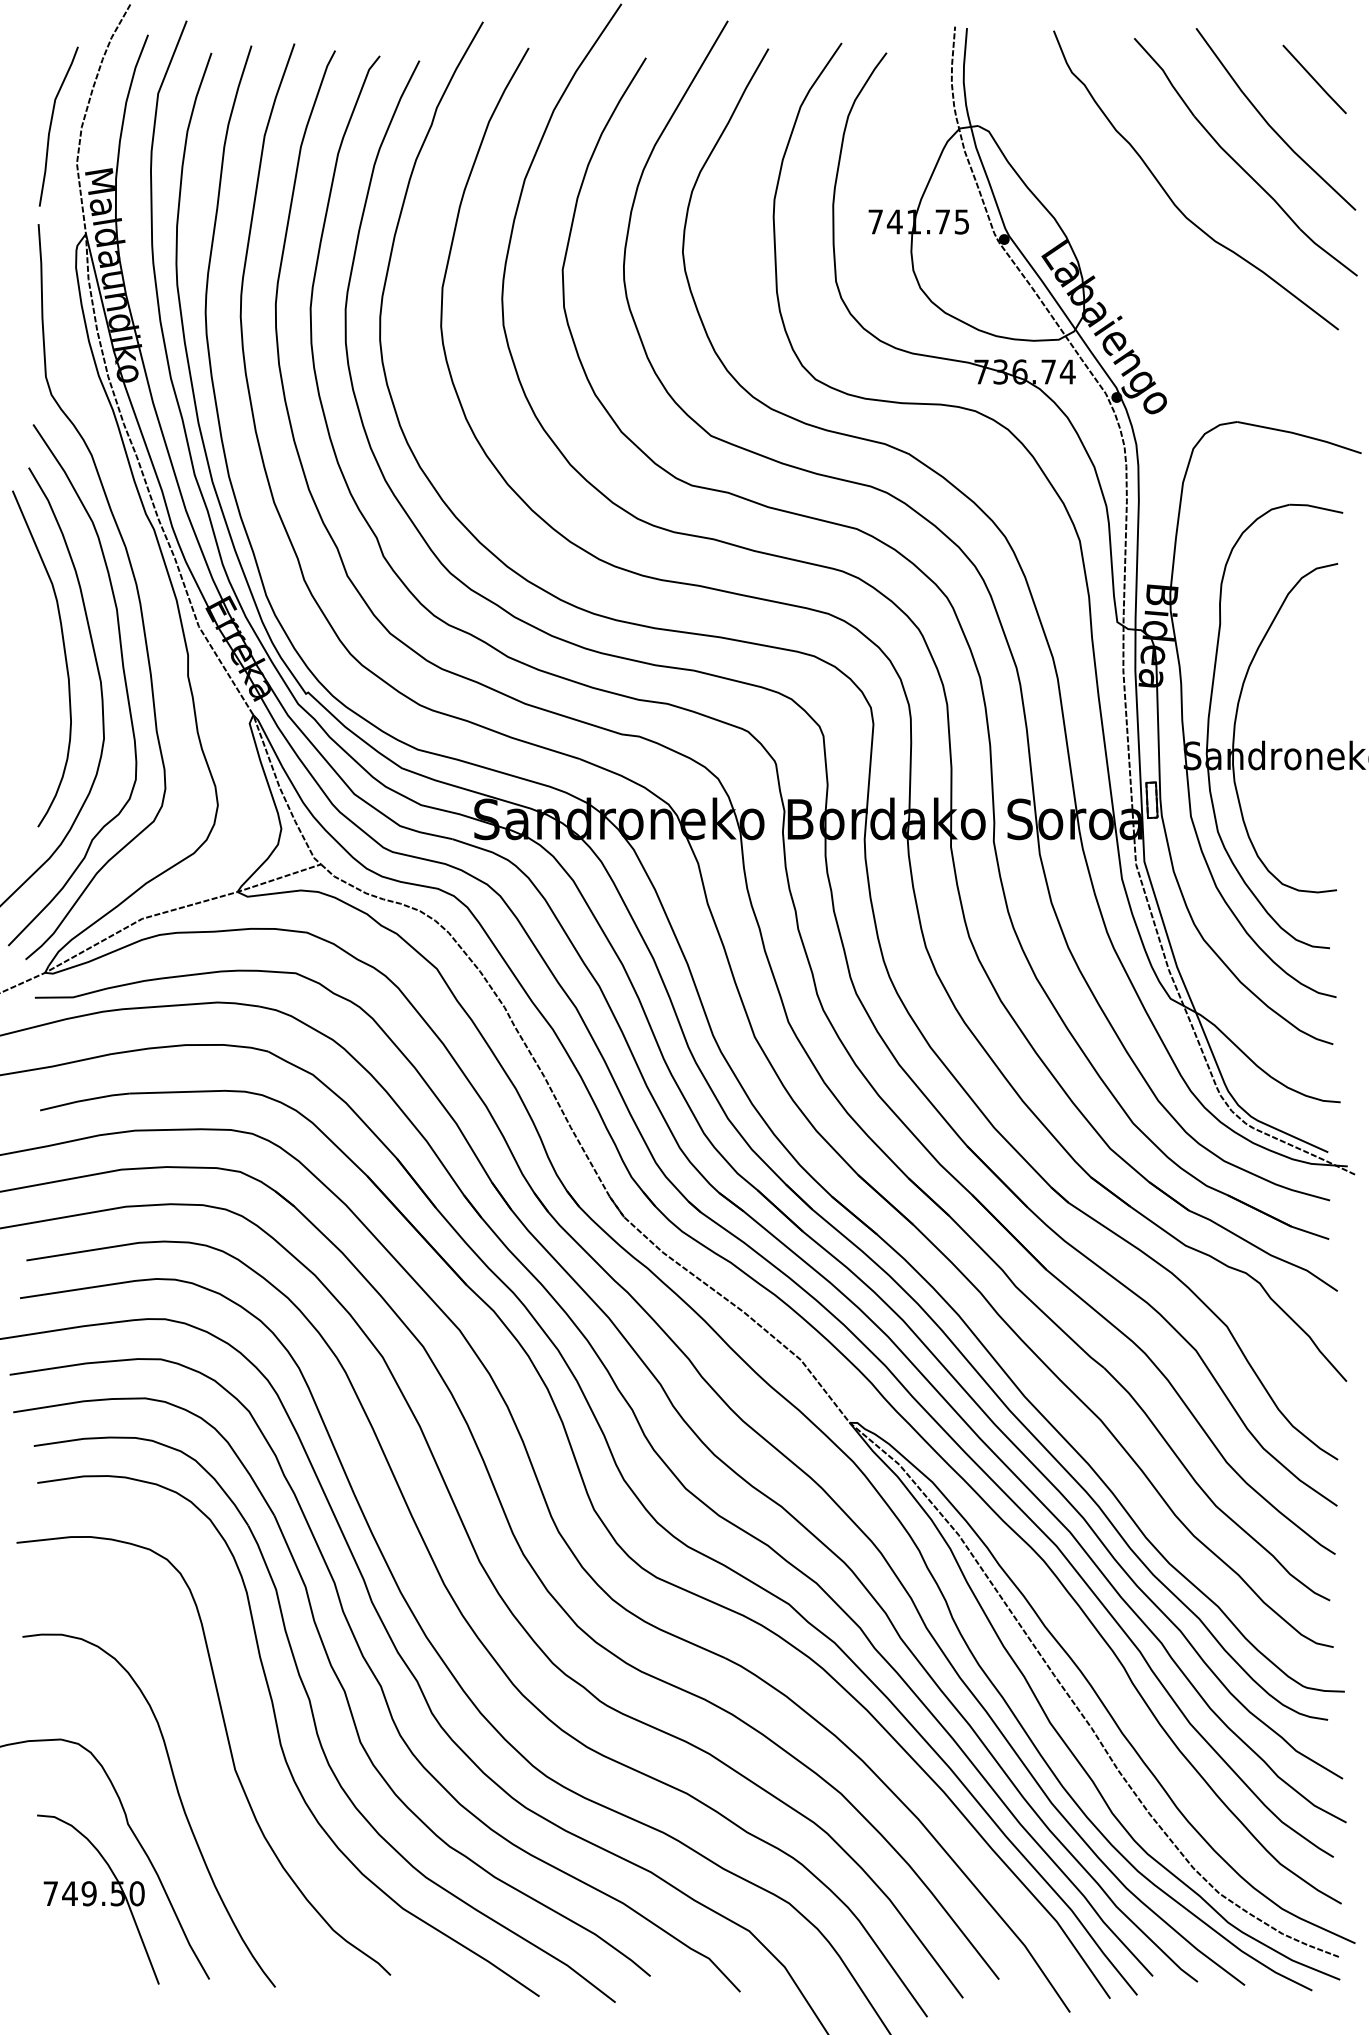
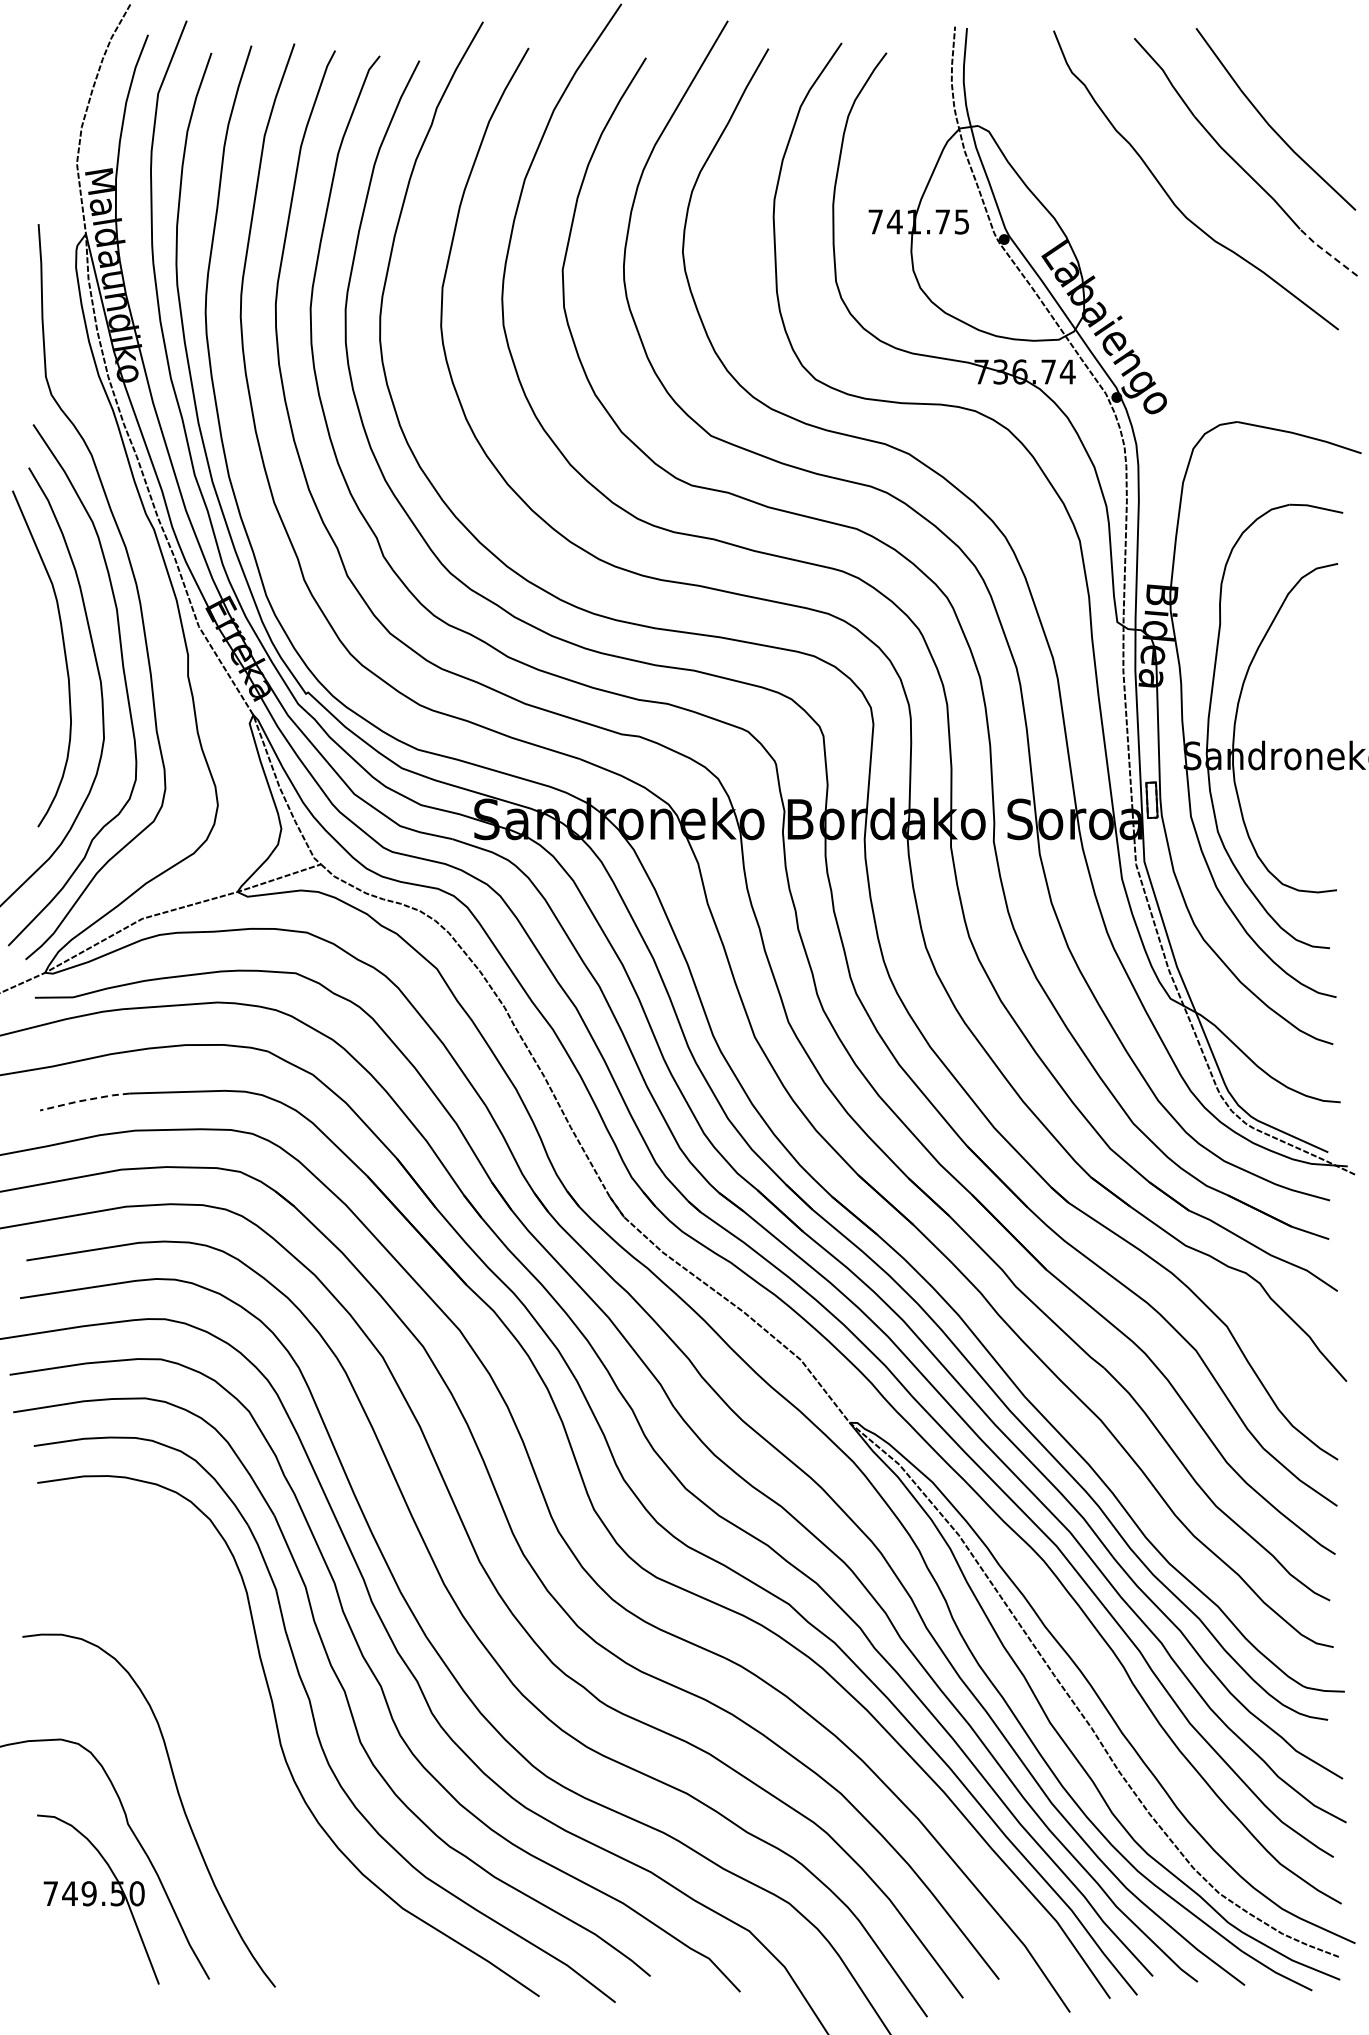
line at (1314, 79): present -> none
curve at (51, 126): present -> none
line at (1327, 252): solid -> dashed
line at (84, 1100): solid -> dashed
curve at (229, 1750): present -> none
